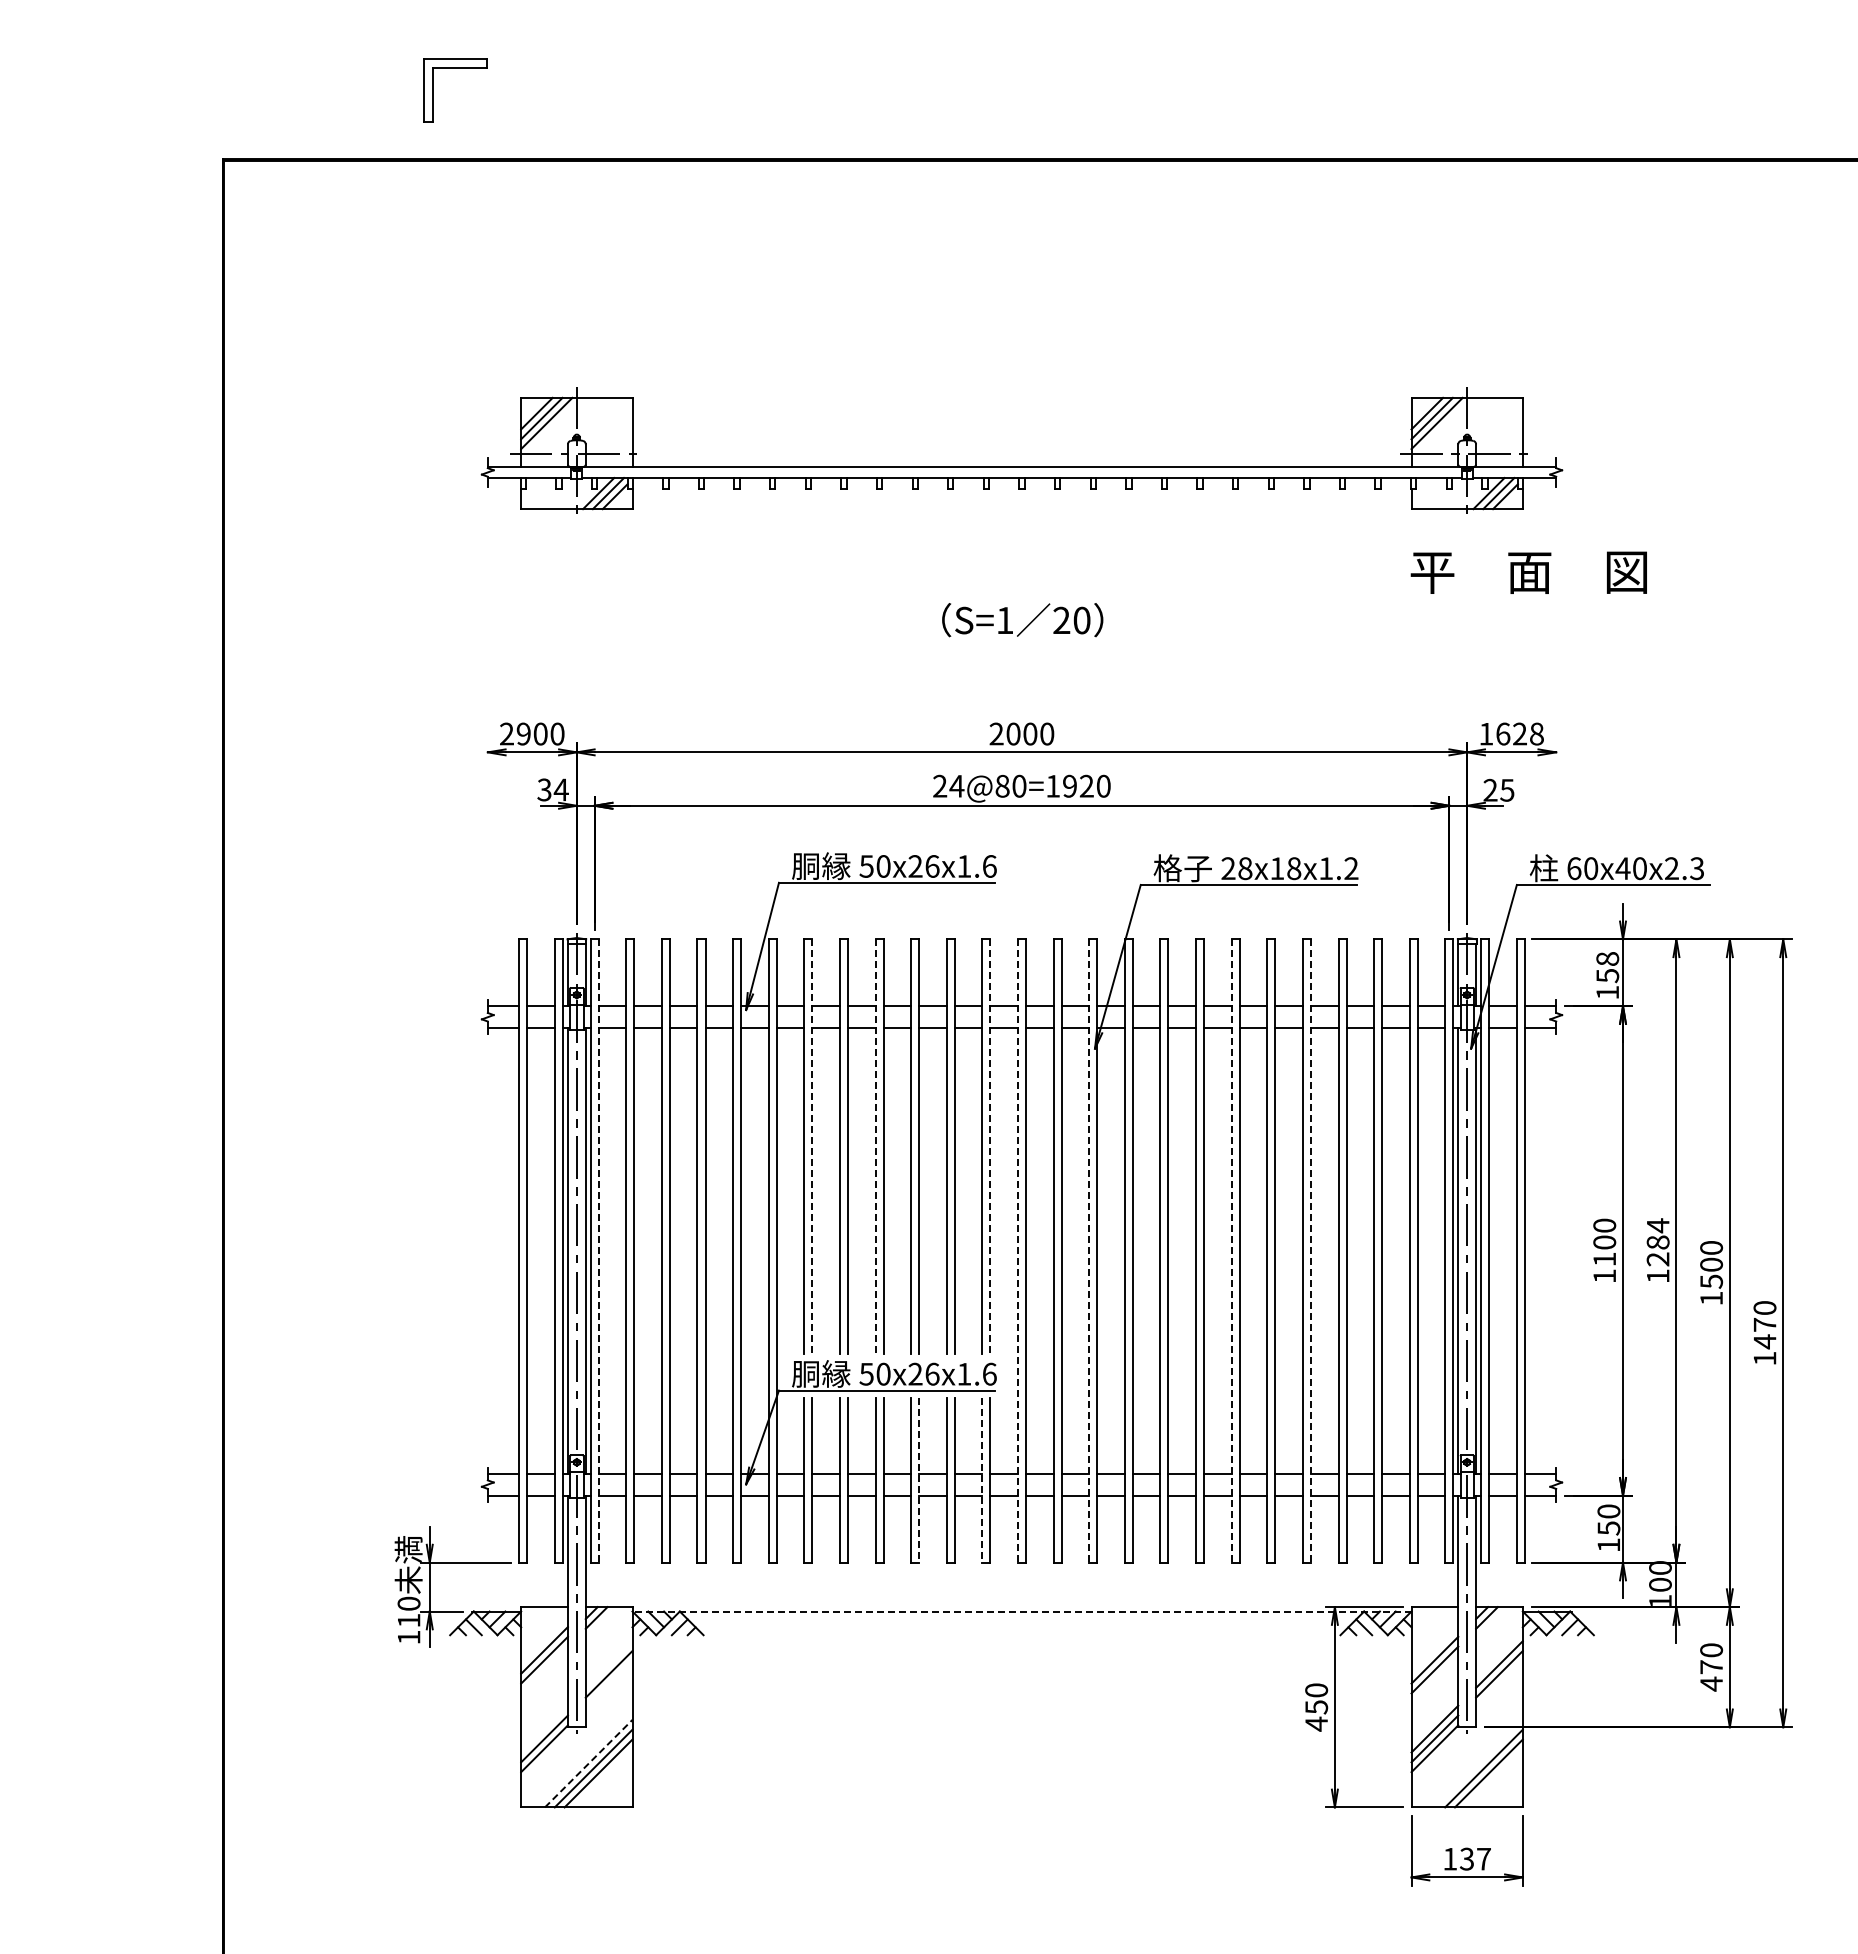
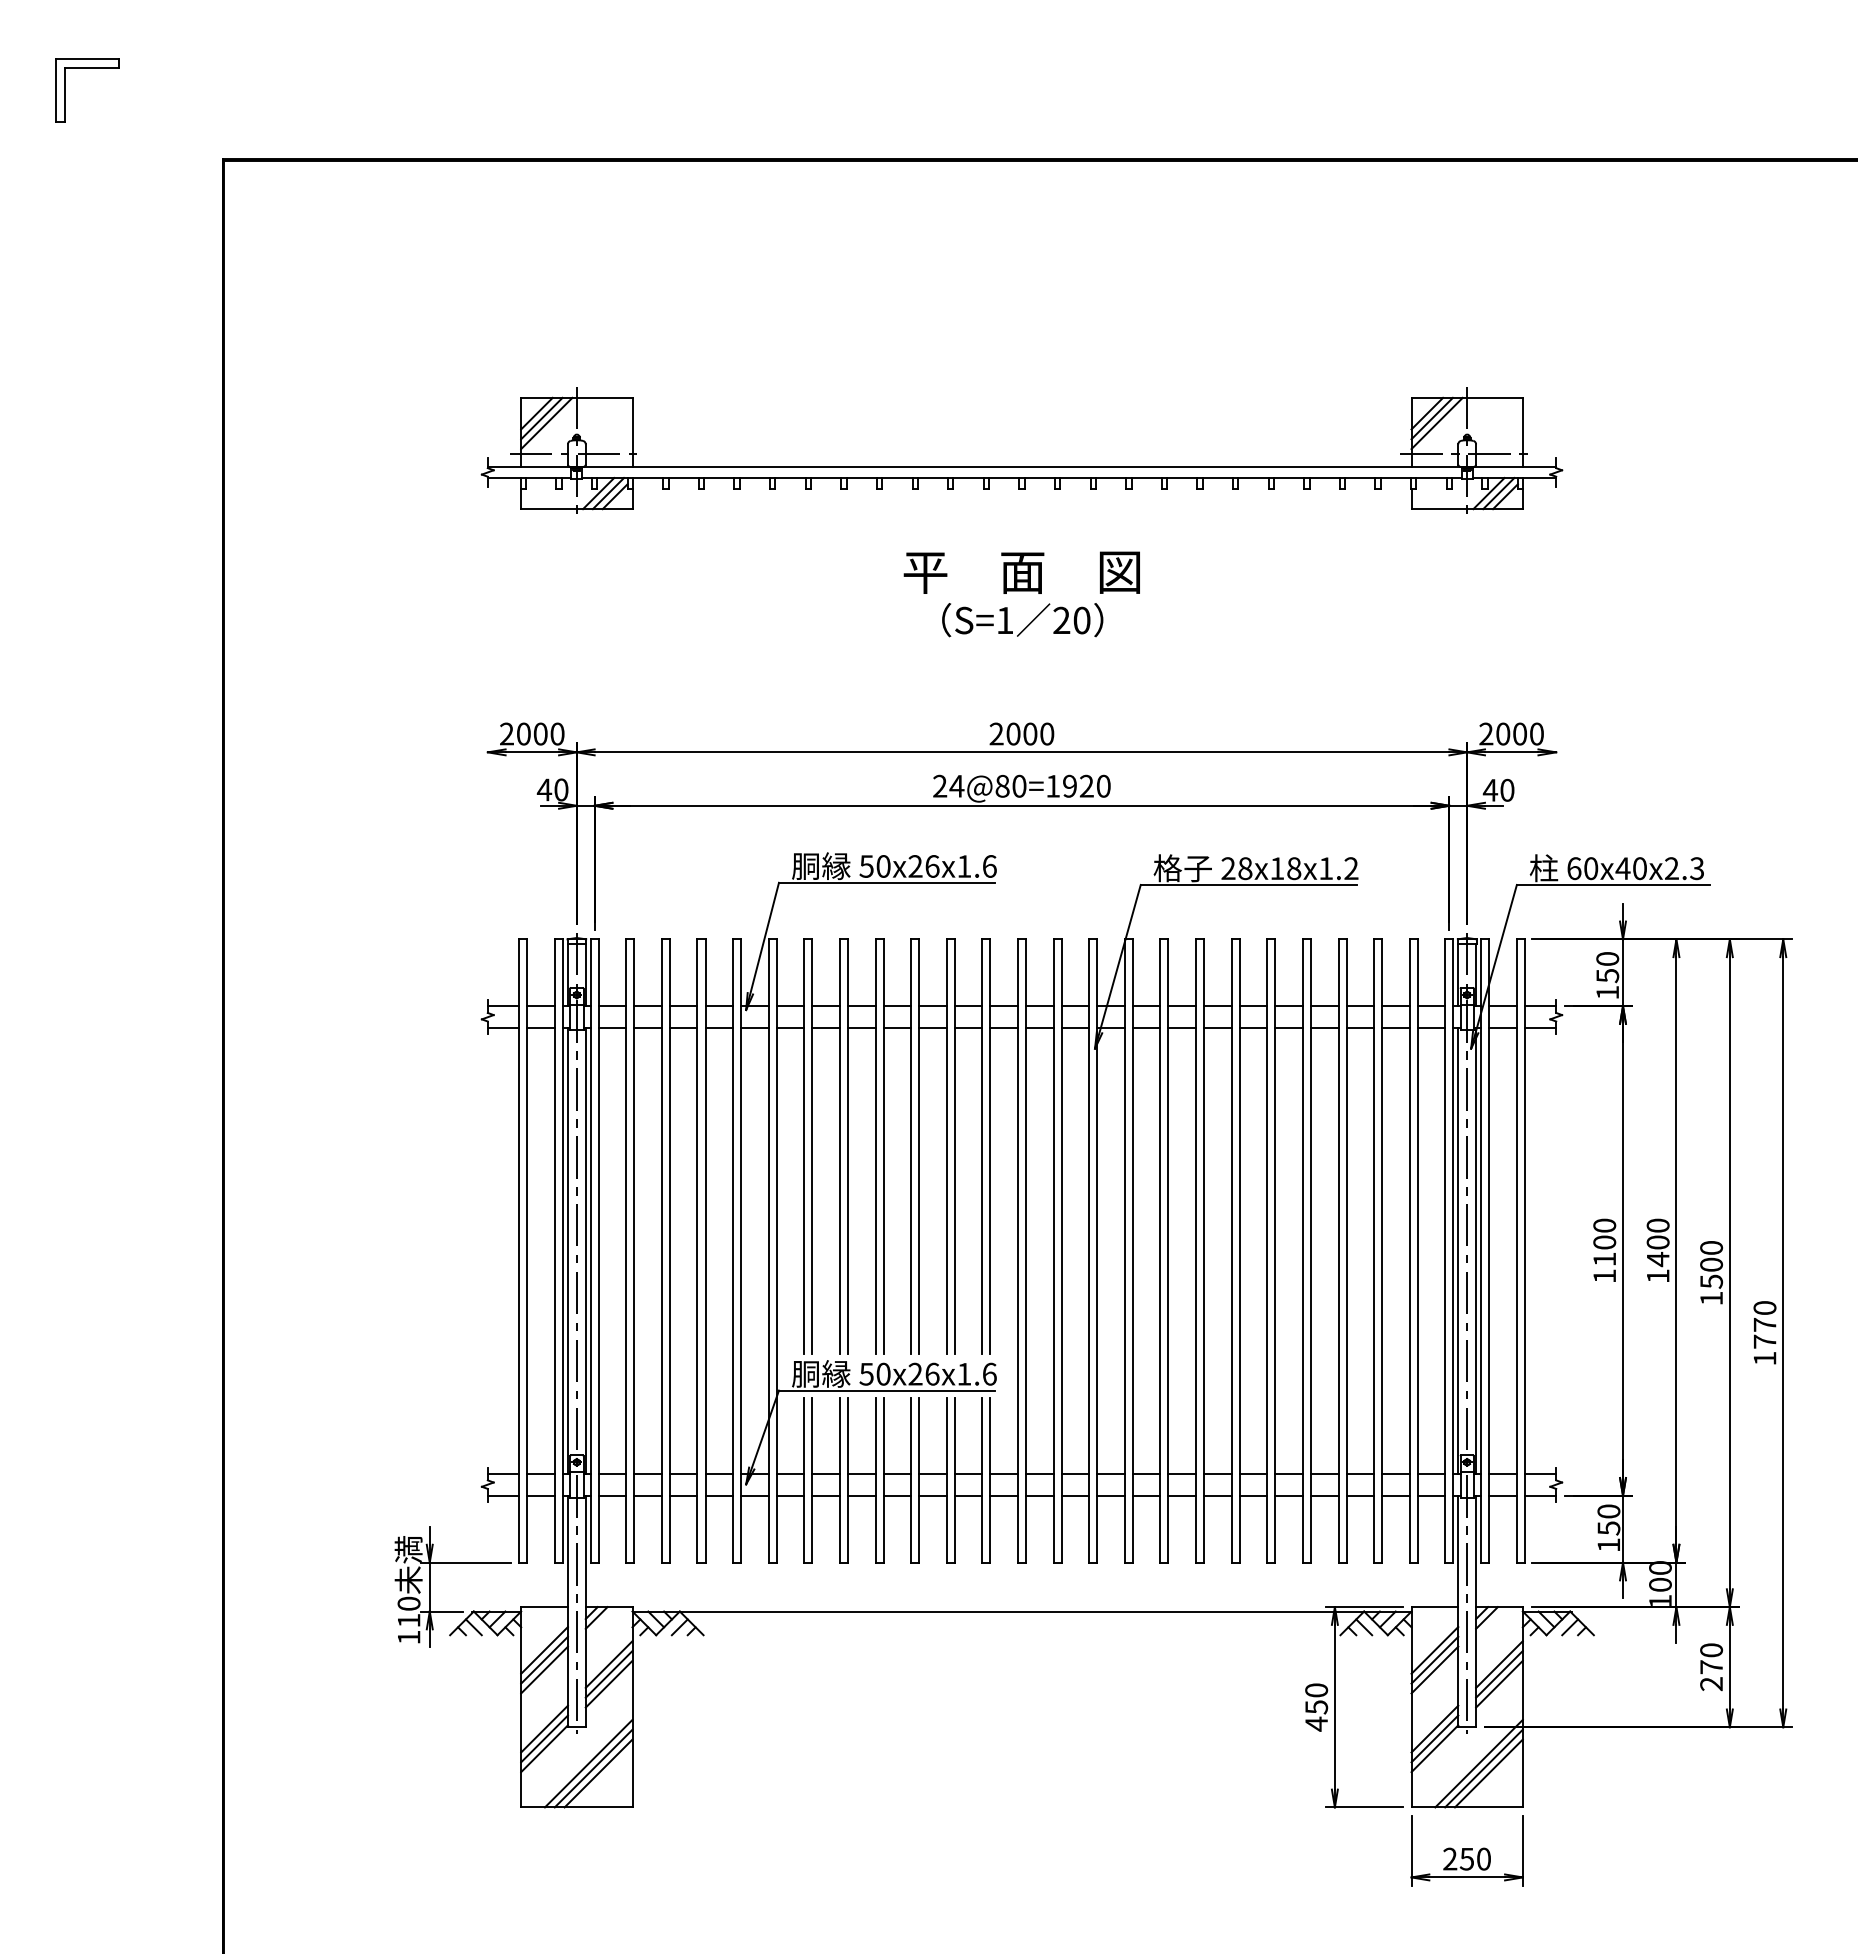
part at (455, 68) position: (455, 68) -> (87, 68)
text at (1528, 572) position: (1528, 572) -> (1021, 572)
text at (523, 733): 2900 -> 2000
text at (1511, 733): 1628 -> 2000
text at (552, 789): 34 -> 40
text at (1498, 789): 25 -> 40
text at (1608, 958): 158 -> 150
line at (812, 1147): dashed -> solid
line at (875, 1147): dashed -> solid
line at (990, 1147): dashed -> solid
text at (1657, 1242): 1284 -> 1400
line at (598, 1250): dashed -> solid
line at (1018, 1250): dashed -> solid
line at (1089, 1250): dashed -> solid
line at (1231, 1250): dashed -> solid
line at (1310, 1250): dashed -> solid
text at (1764, 1341): 1470 -> 1770
line at (919, 1480): dashed -> solid
line at (982, 1480): dashed -> solid
line at (1022, 1611): dashed -> solid
line at (1434, 1650): none -> present
line at (608, 1664): none -> present
line at (544, 1669): none -> present
line at (608, 1683): none -> present
line at (1499, 1683): none -> present
text at (1711, 1683): 470 -> 270
line at (544, 1728): none -> present
line at (588, 1763): dashed -> solid
line at (1478, 1763): none -> present
text at (1466, 1858): 137 -> 250
